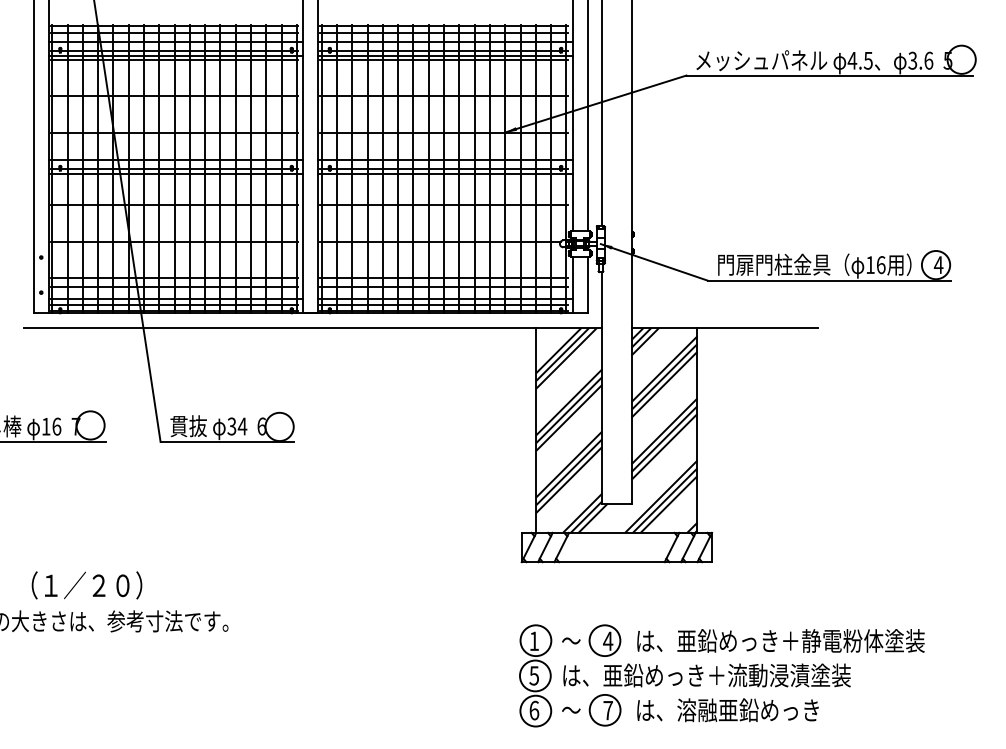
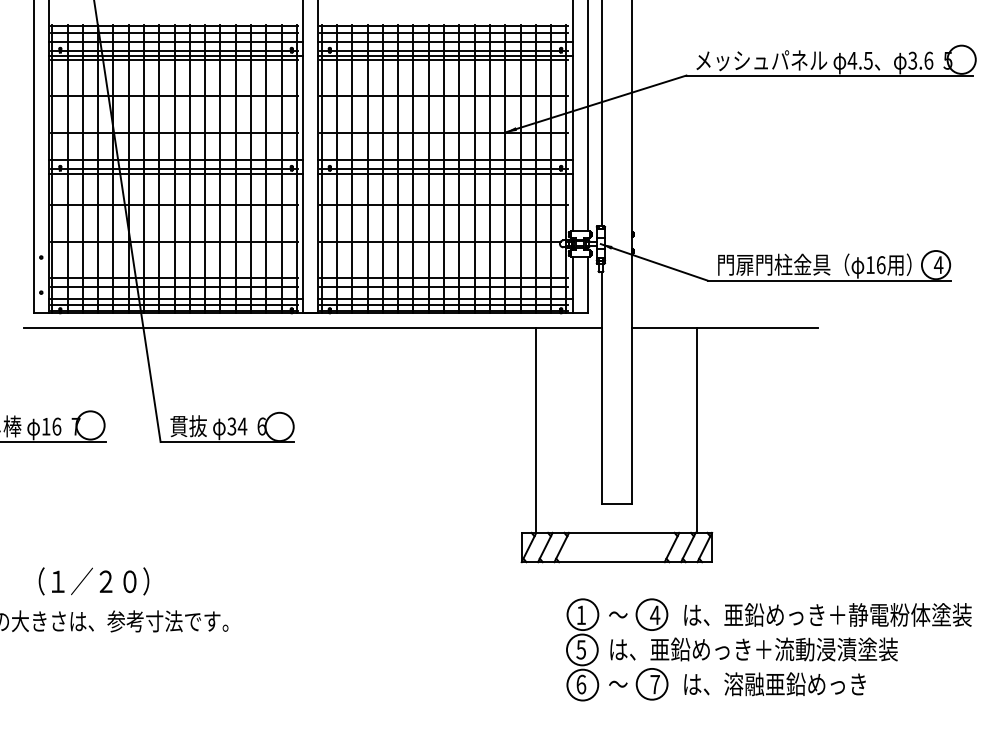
hatch at (616, 429): present -> none
text at (86, 585) position: (86, 585) -> (93, 581)
part at (721, 675) position: (721, 675) -> (768, 649)
